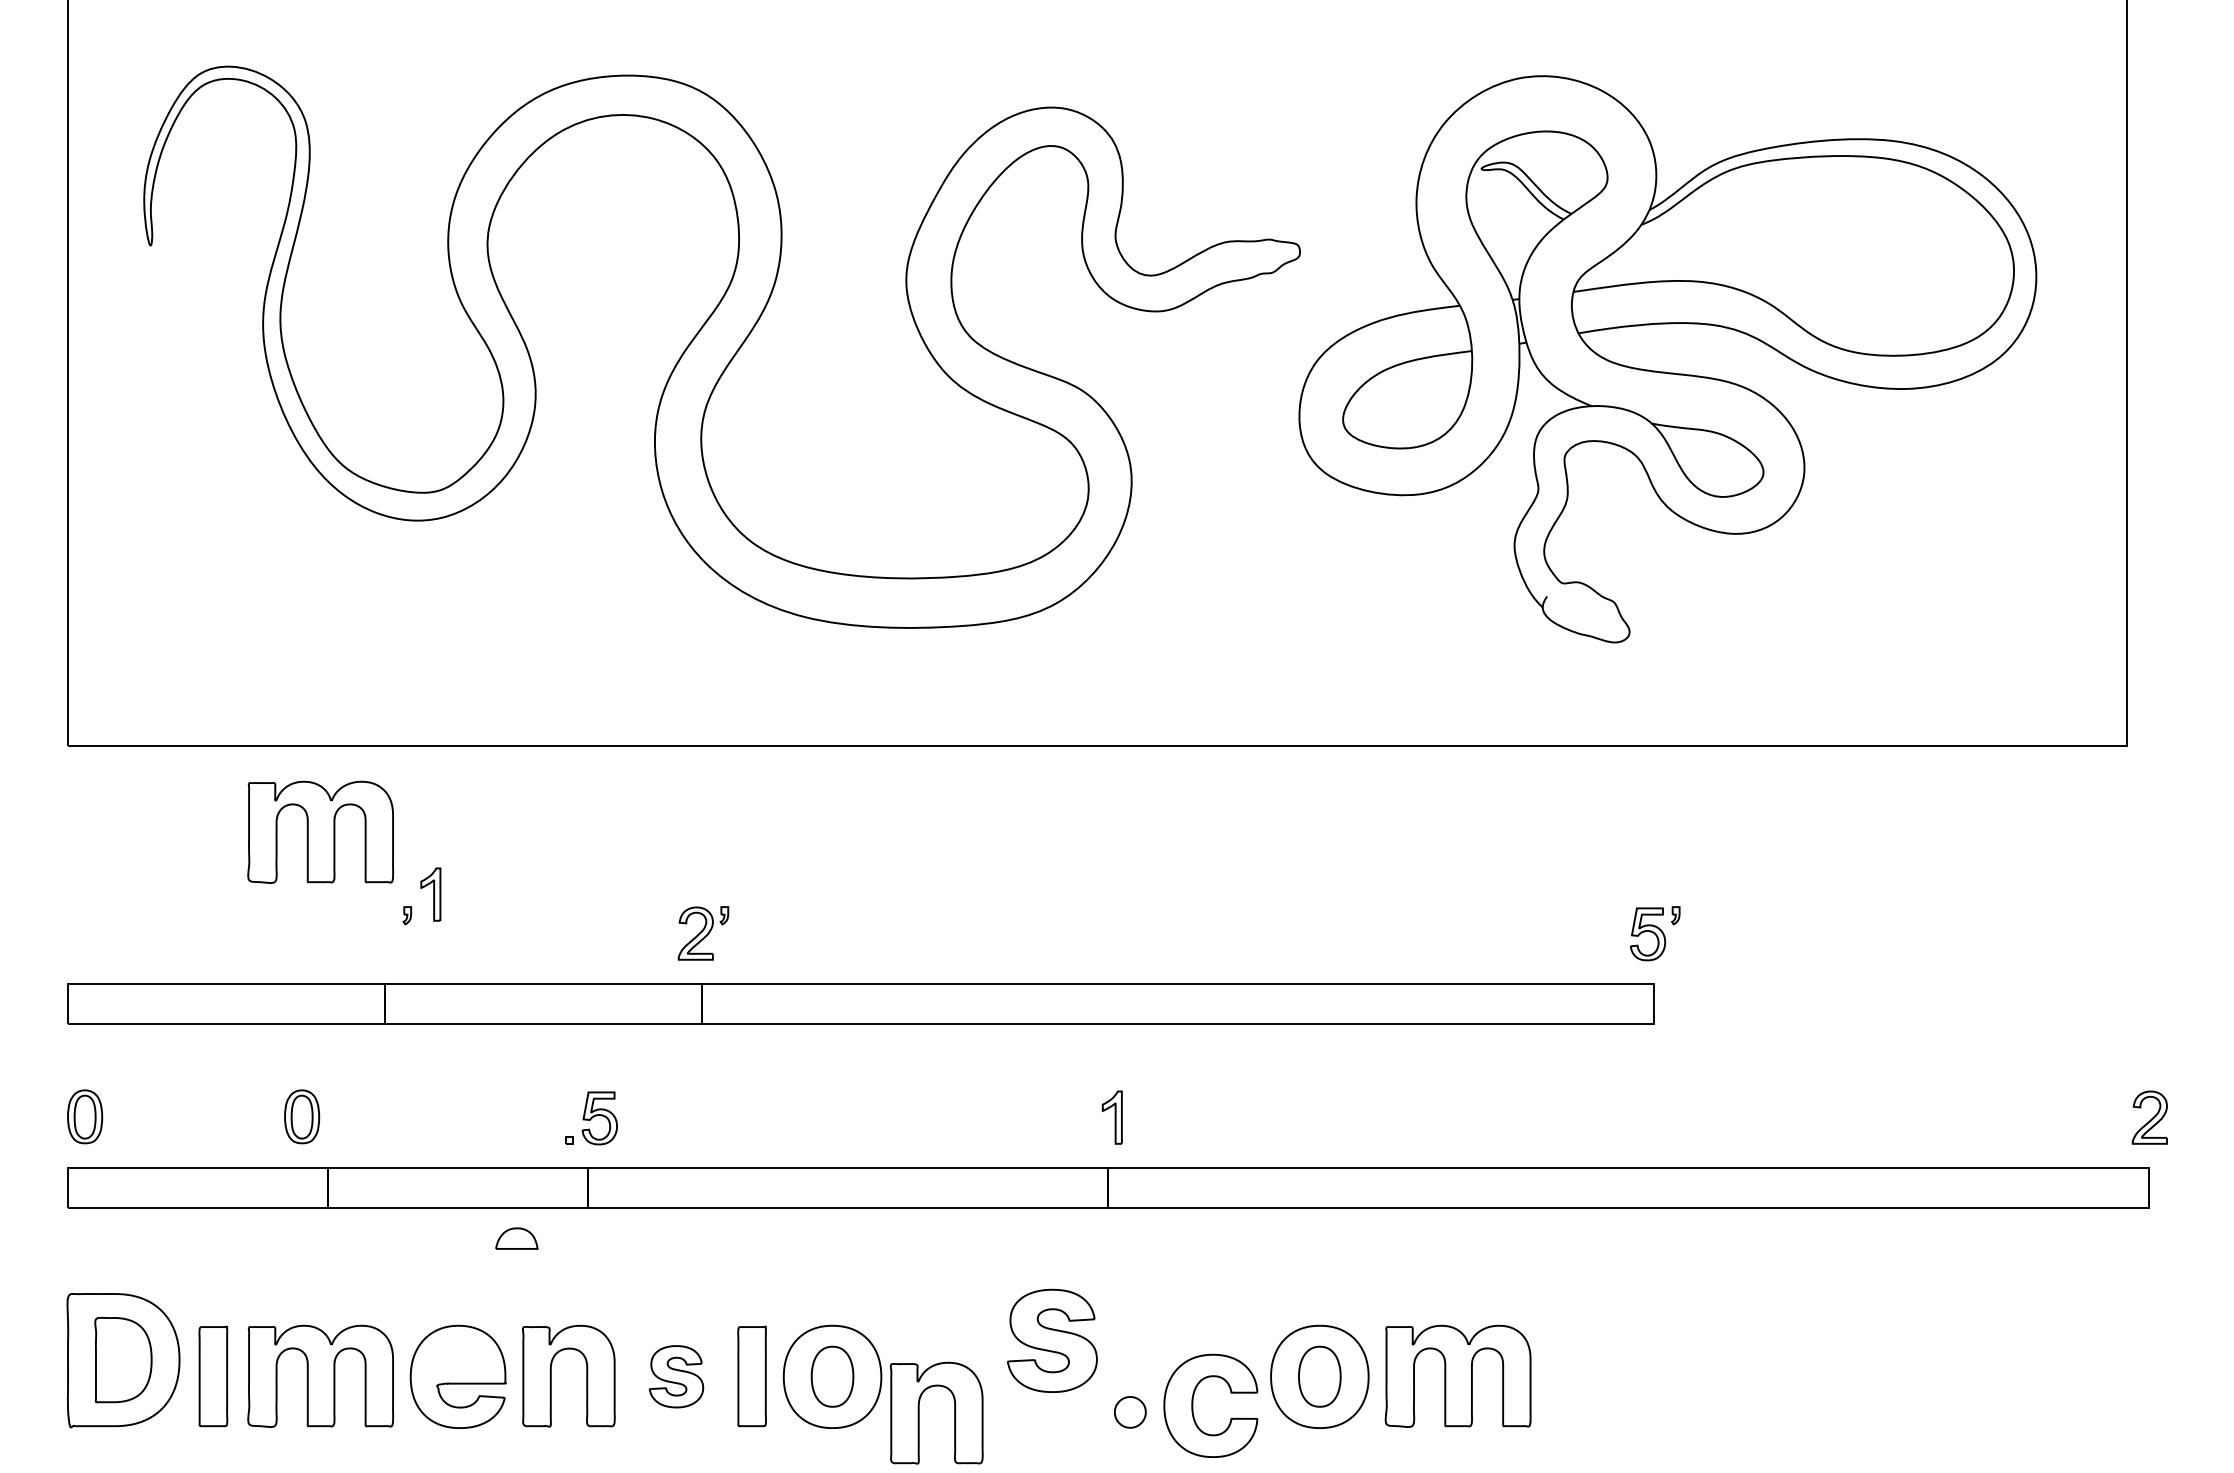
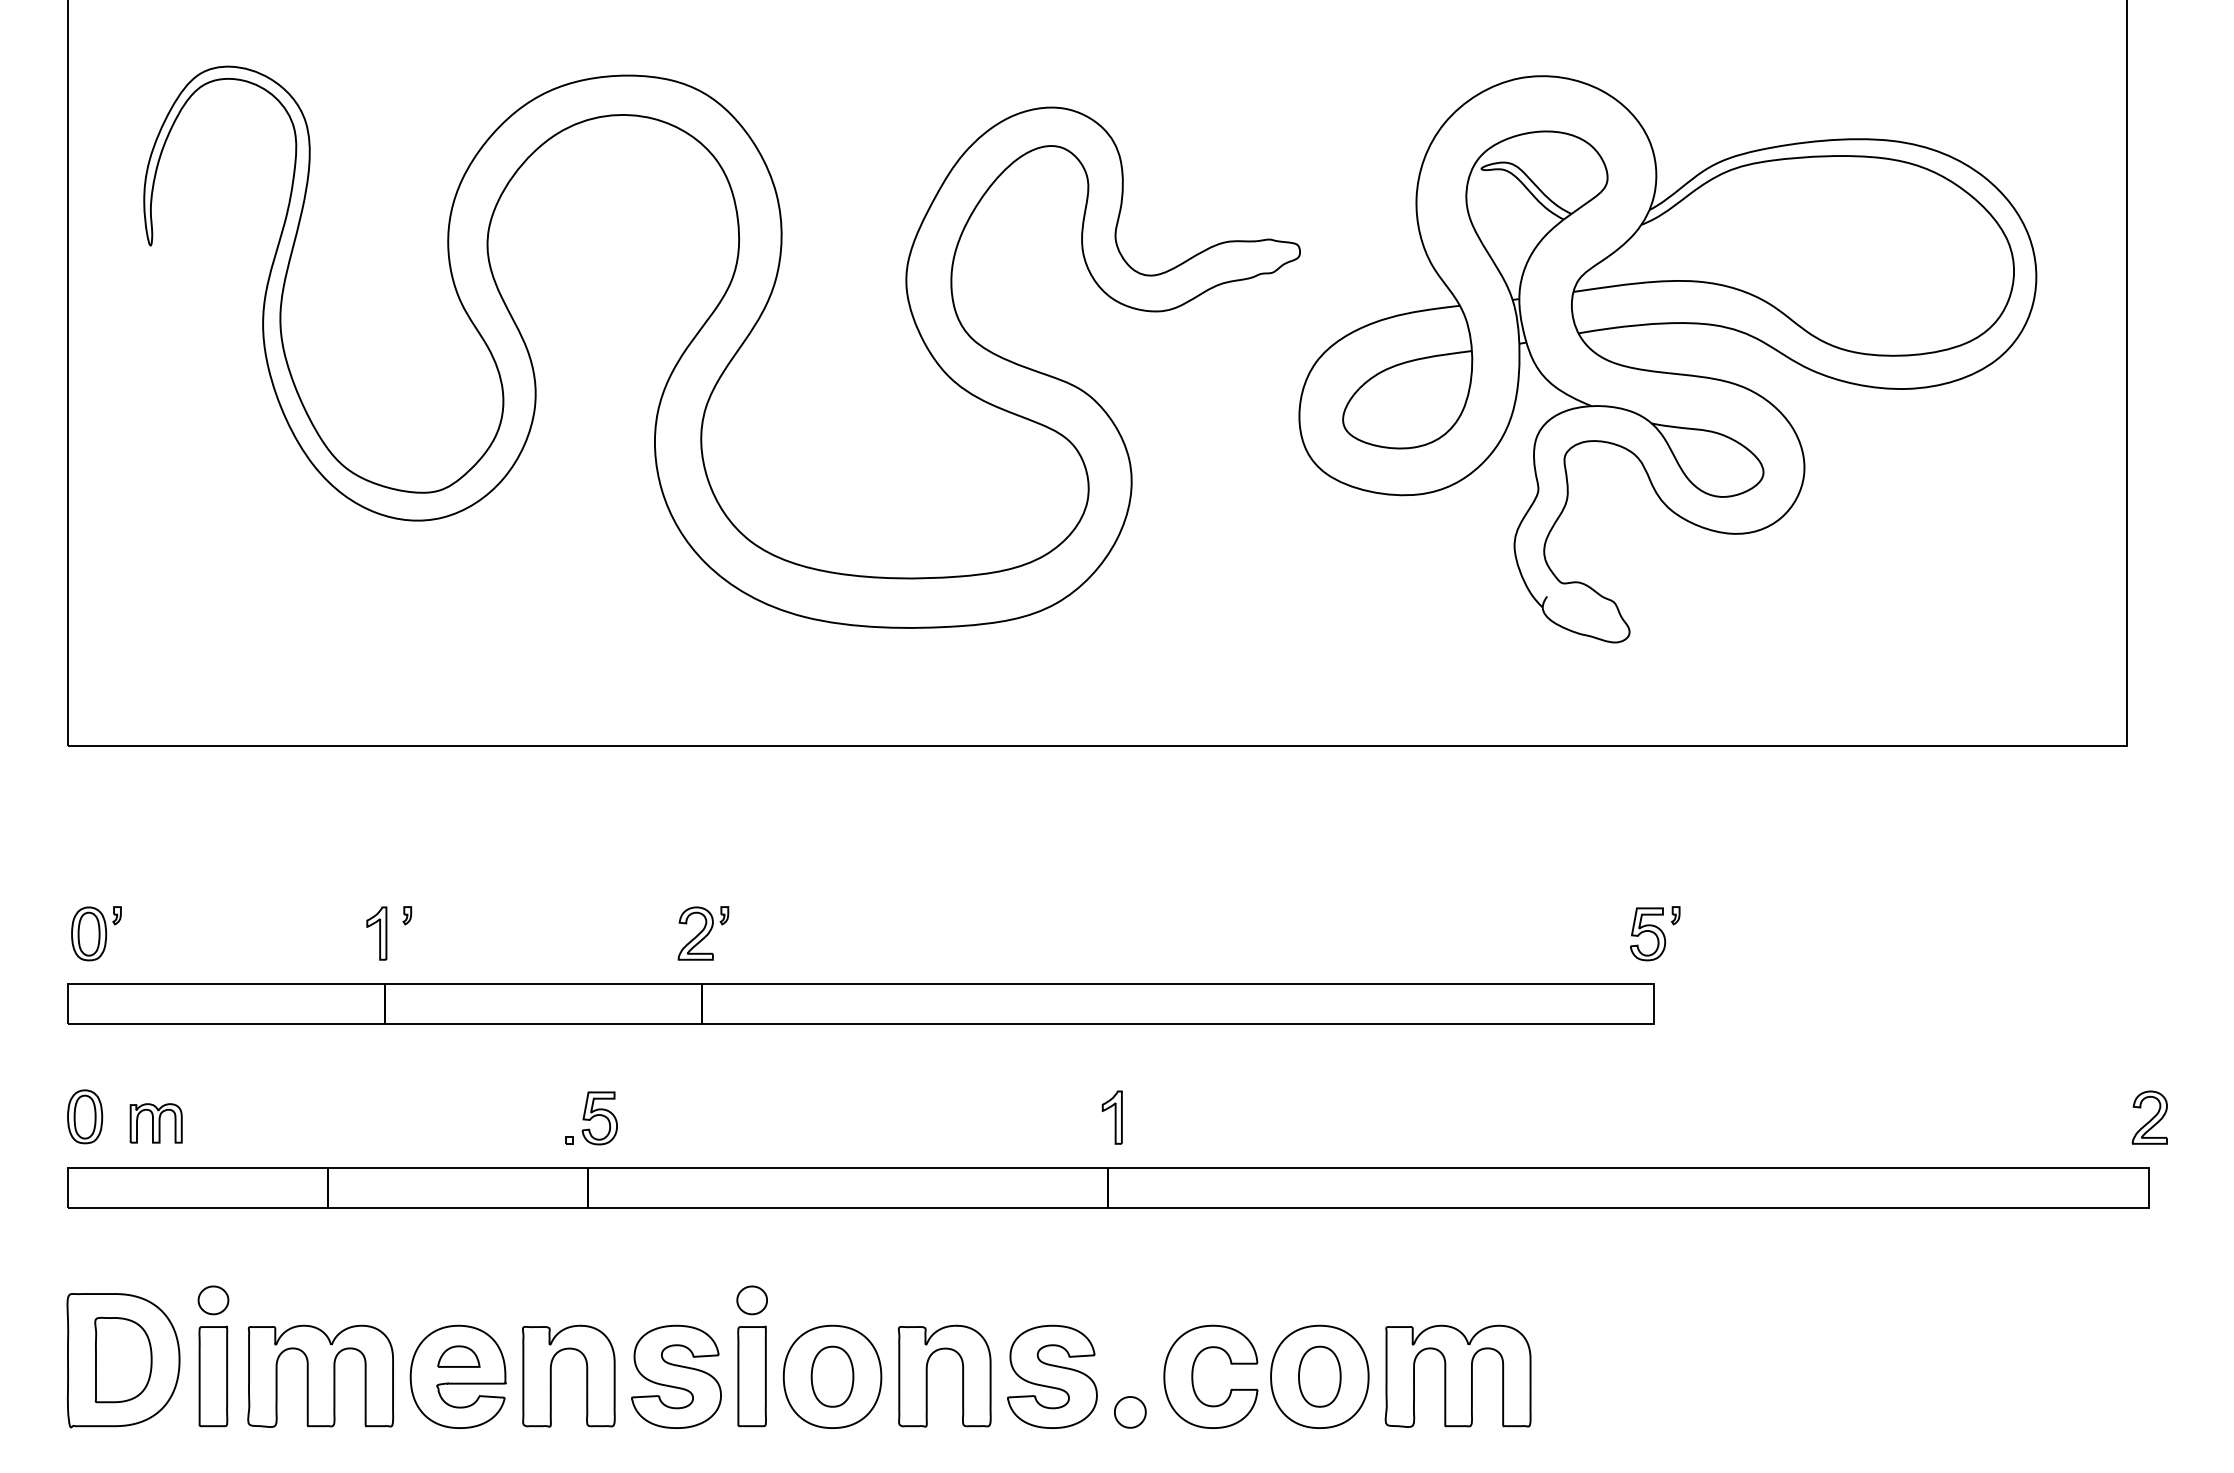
part at (320, 831): present -> none
part at (430, 894) position: (430, 894) -> (376, 933)
part at (96, 933): none -> present
part at (302, 1116): present -> none
part at (155, 1123): none -> present
part at (516, 1238) position: (516, 1238) -> (458, 1356)
part at (213, 1300): none -> present
part at (751, 1300): none -> present
part at (1052, 1340) position: (1052, 1340) -> (1052, 1376)
part at (676, 1376) size: 57x64 px -> 91x105 px
part at (1193, 1405) position: (1193, 1405) -> (1193, 1376)
part at (919, 1412) position: (919, 1412) -> (927, 1375)
